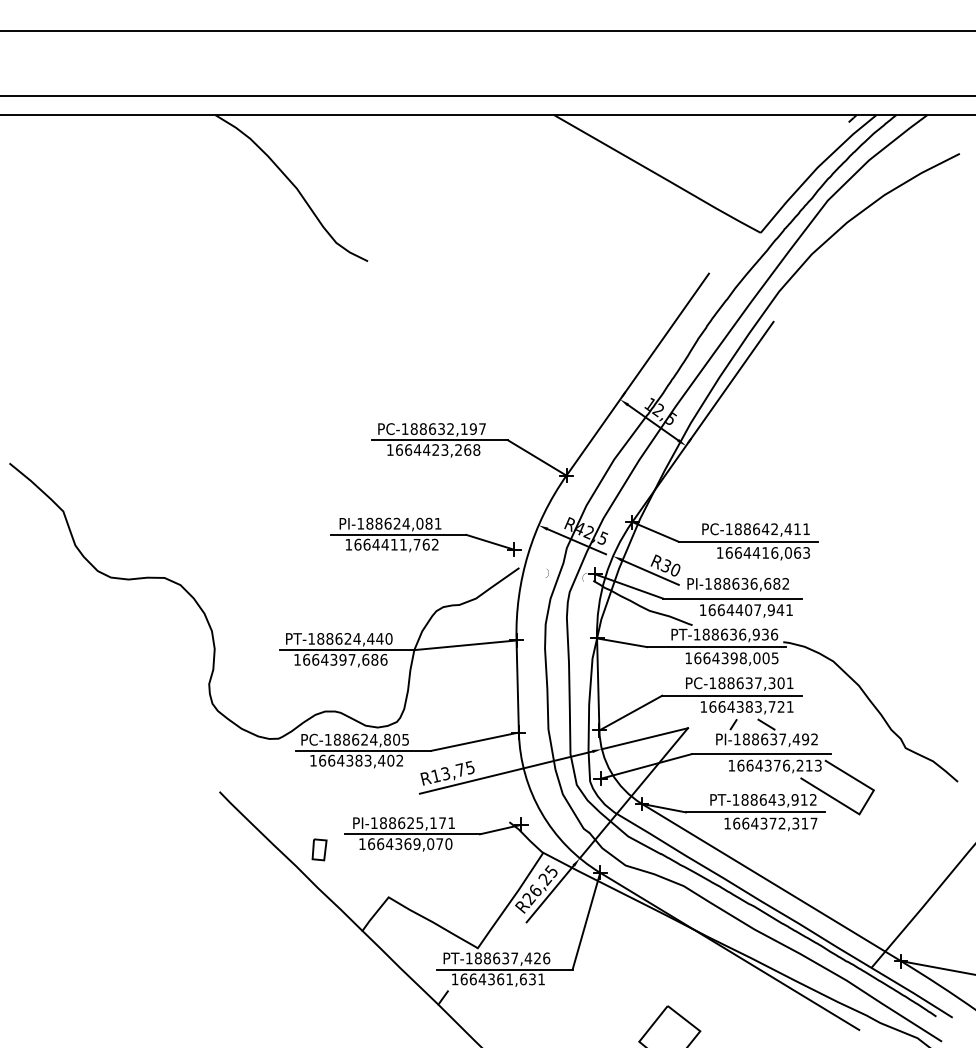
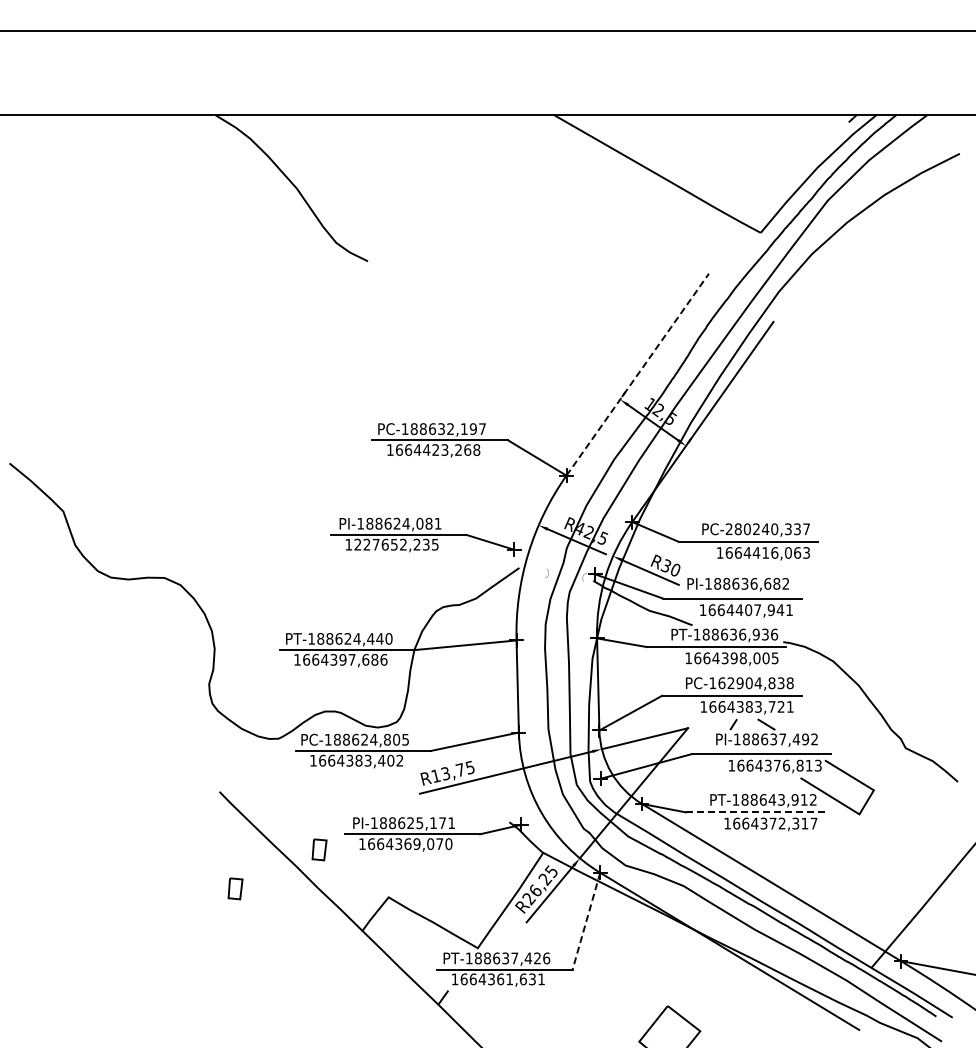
line at (487, 95): present -> none
line at (637, 374): solid -> dashed
text at (767, 529): PC-188642,411 -> PC-280240,337
text at (396, 544): 1664411,762 -> 1227652,235
text at (755, 683): PC-188637,301 -> PC-162904,838
text at (799, 765): 1664376,213 -> 1664376,813
line at (755, 812): solid -> dashed
part at (235, 888): none -> present
line at (586, 921): solid -> dashed
